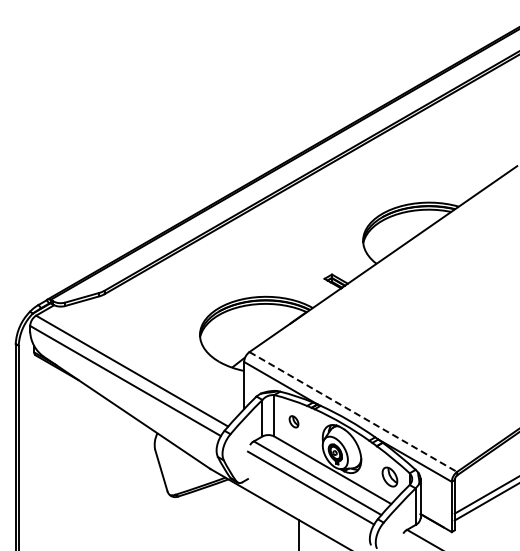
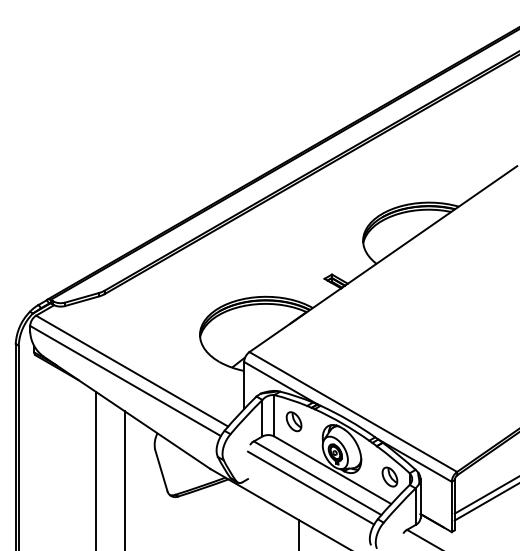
line at (353, 412): dashed -> solid
part at (293, 421) size: 12x14 px -> 18x22 px
line at (95, 469): none -> present
line at (125, 479): none -> present
